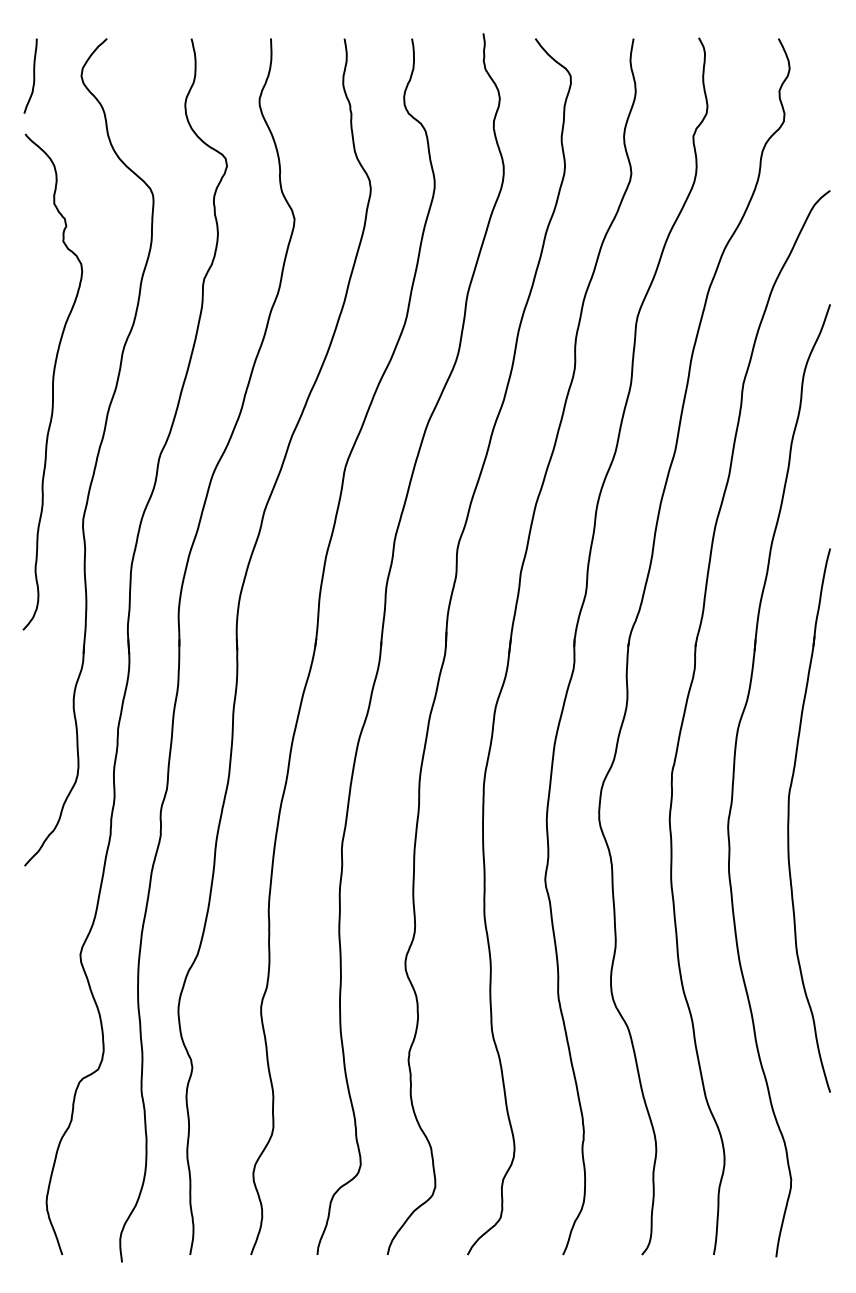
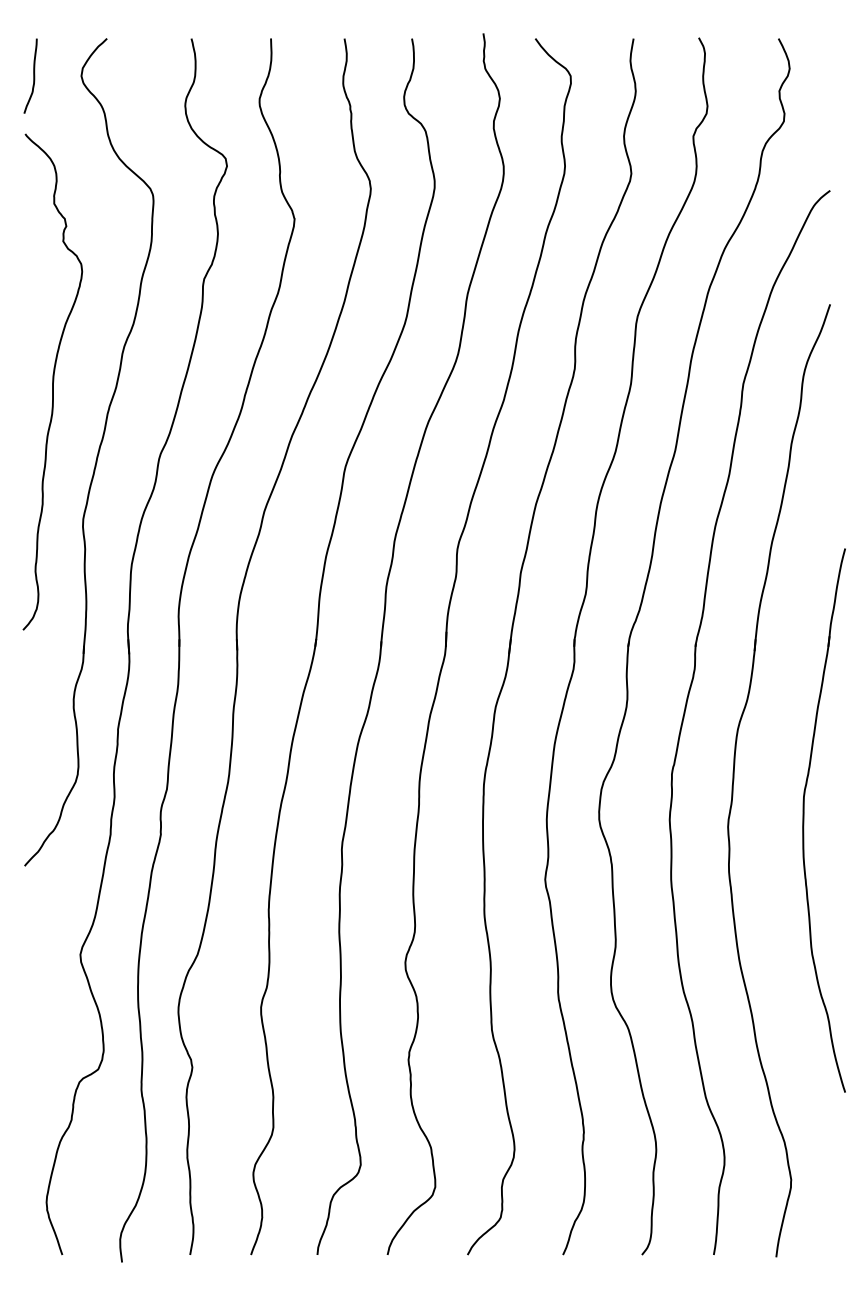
part at (789, 820) position: (789, 820) -> (804, 820)
